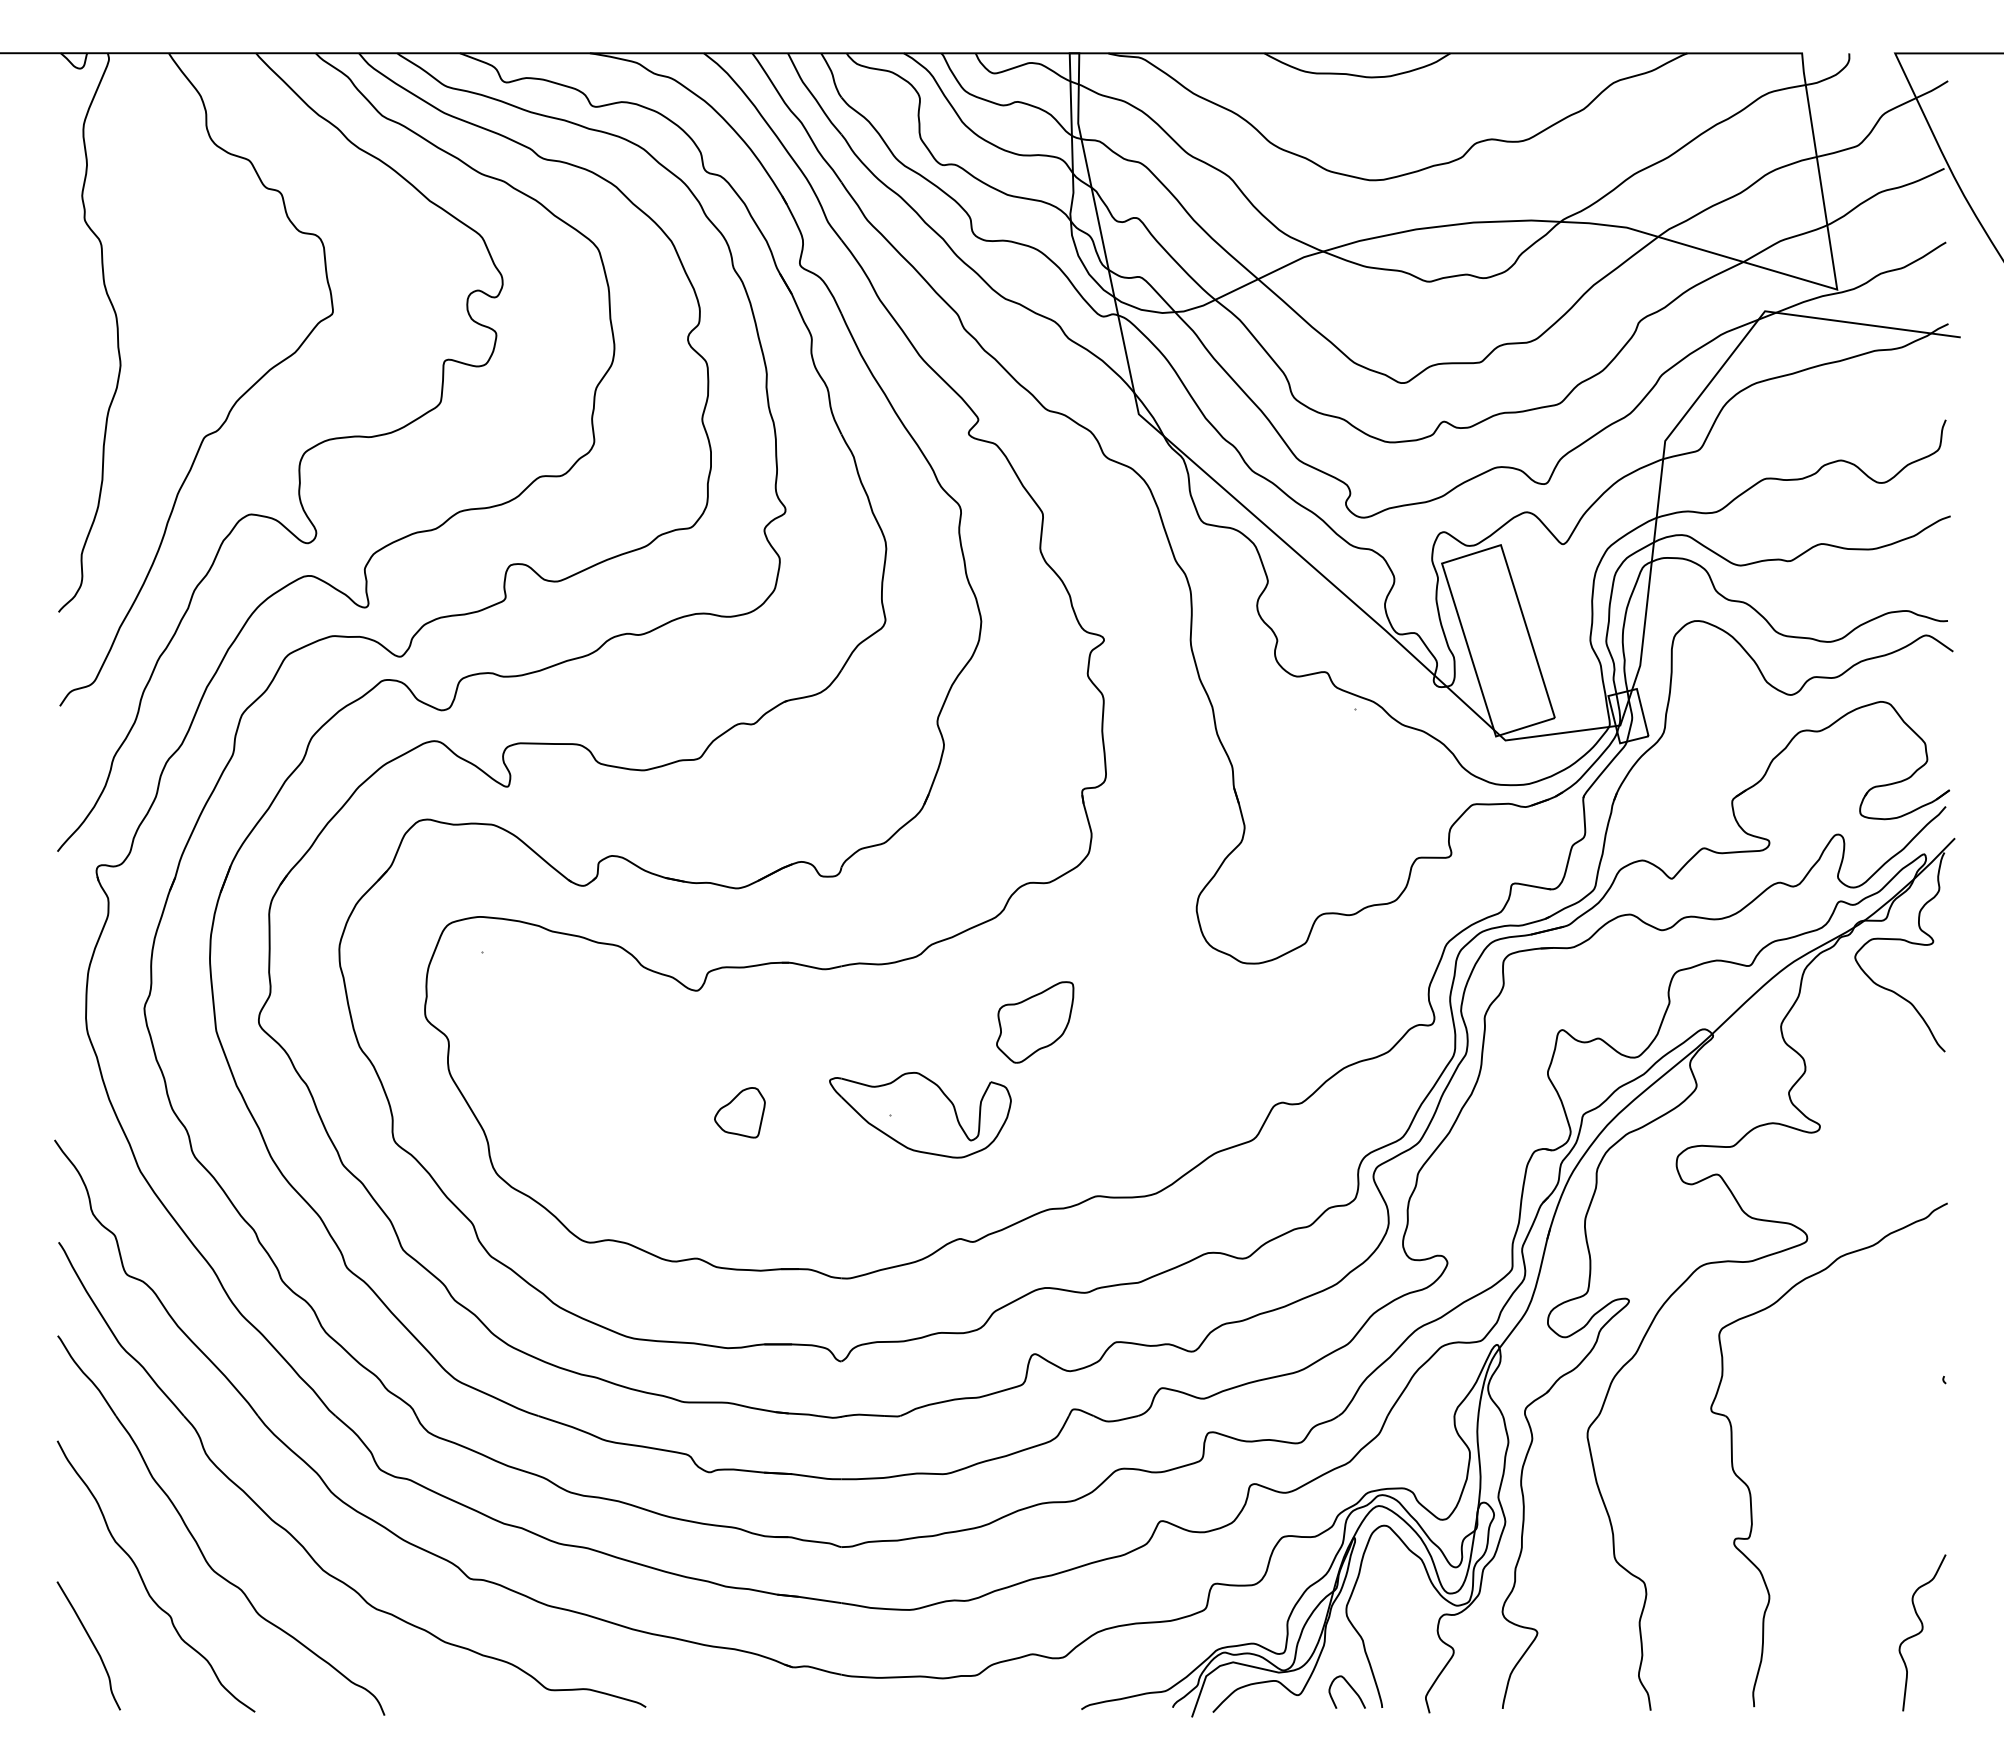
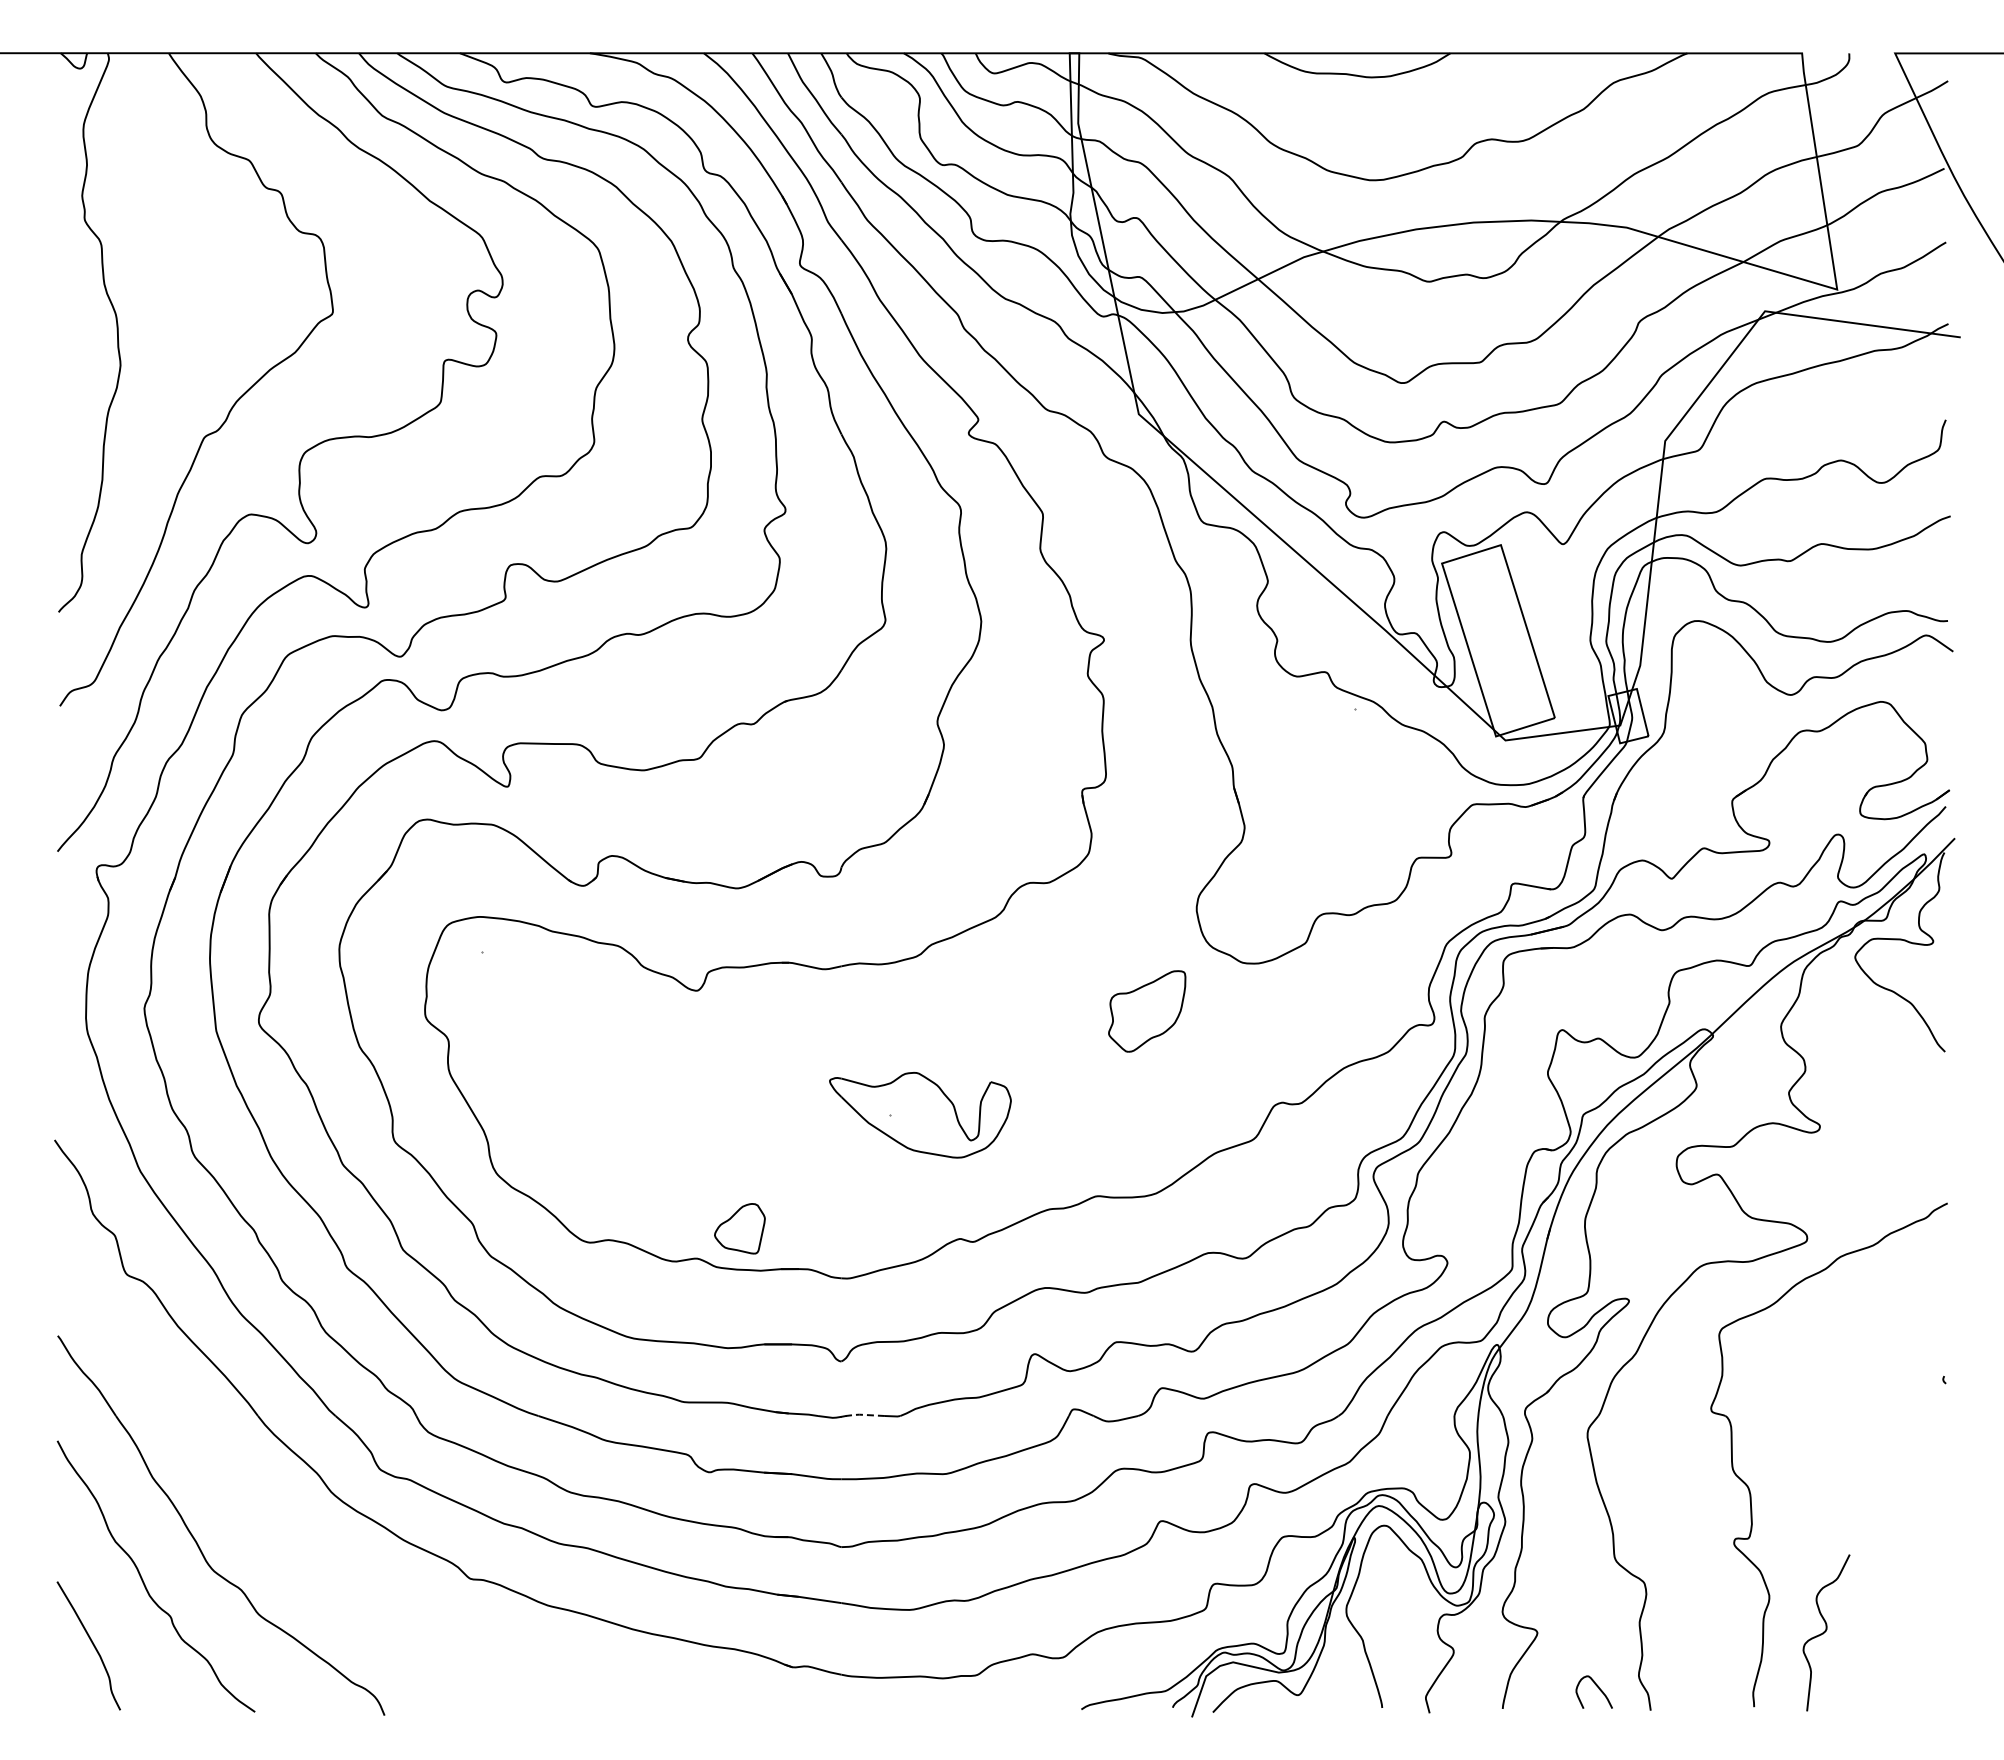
part at (1035, 1022) position: (1035, 1022) -> (1147, 1011)
part at (739, 1112) position: (739, 1112) -> (739, 1228)
line at (863, 1414): solid -> dashed
part at (292, 1534): present -> none
curve at (1922, 1631) position: (1922, 1631) -> (1826, 1631)
curve at (1350, 1687) position: (1350, 1687) -> (1597, 1687)
